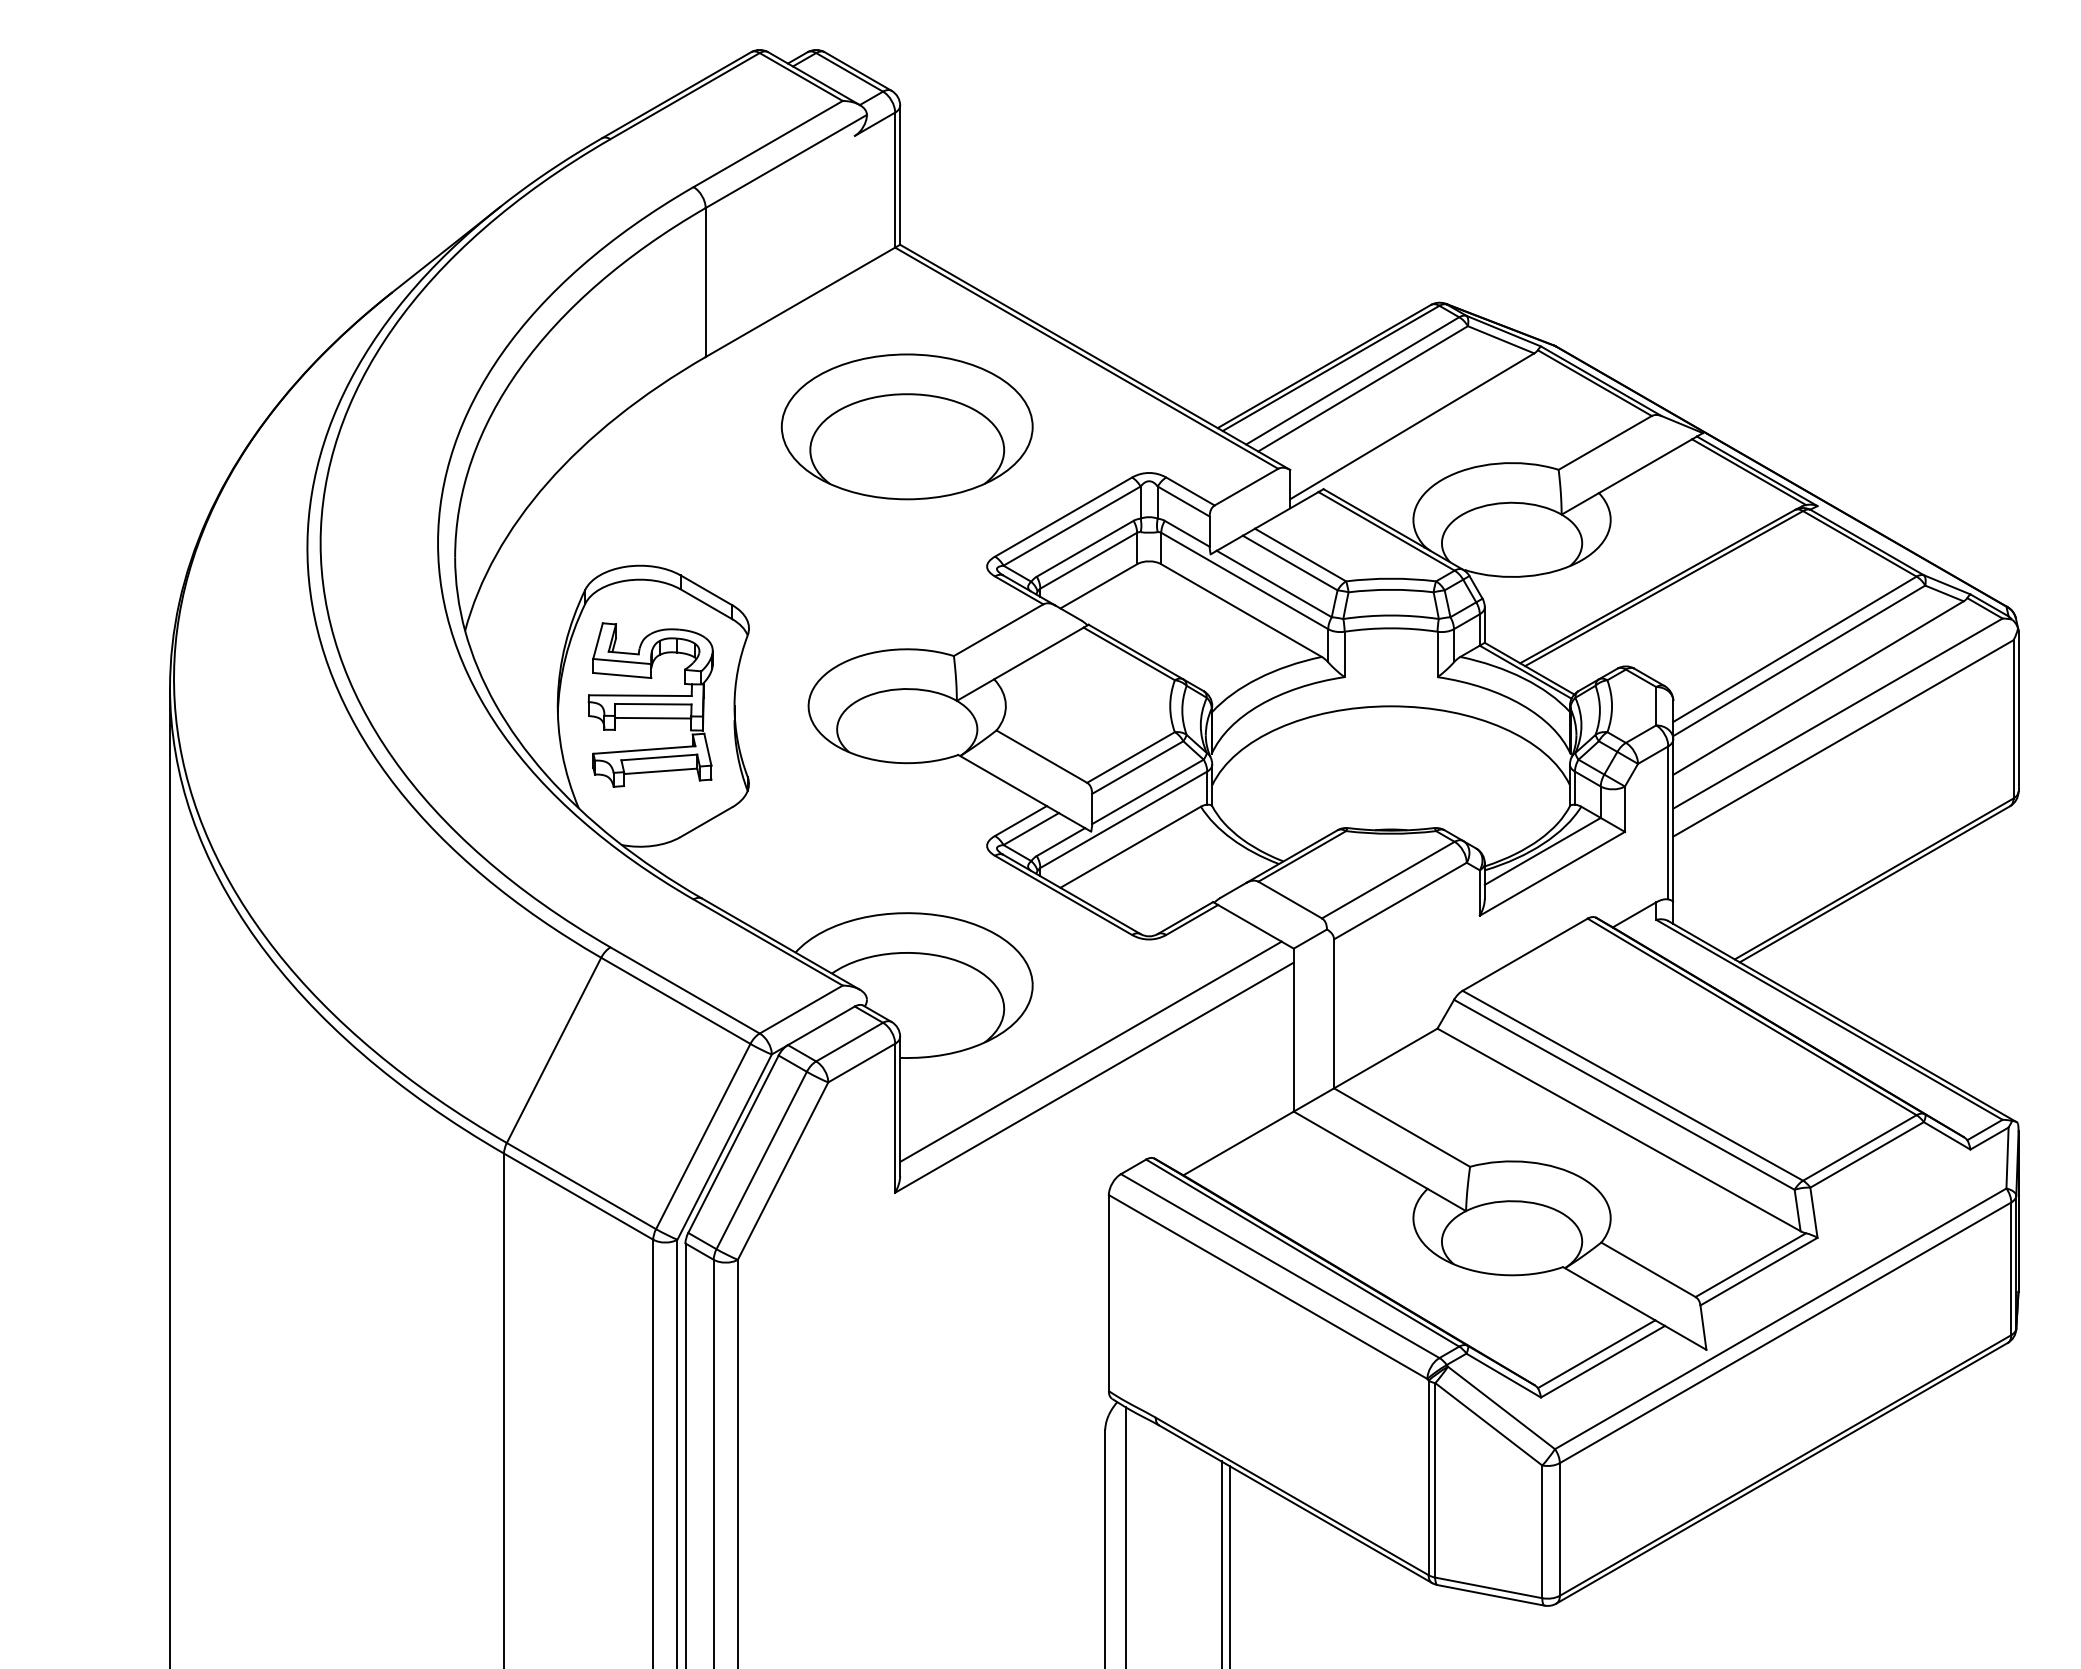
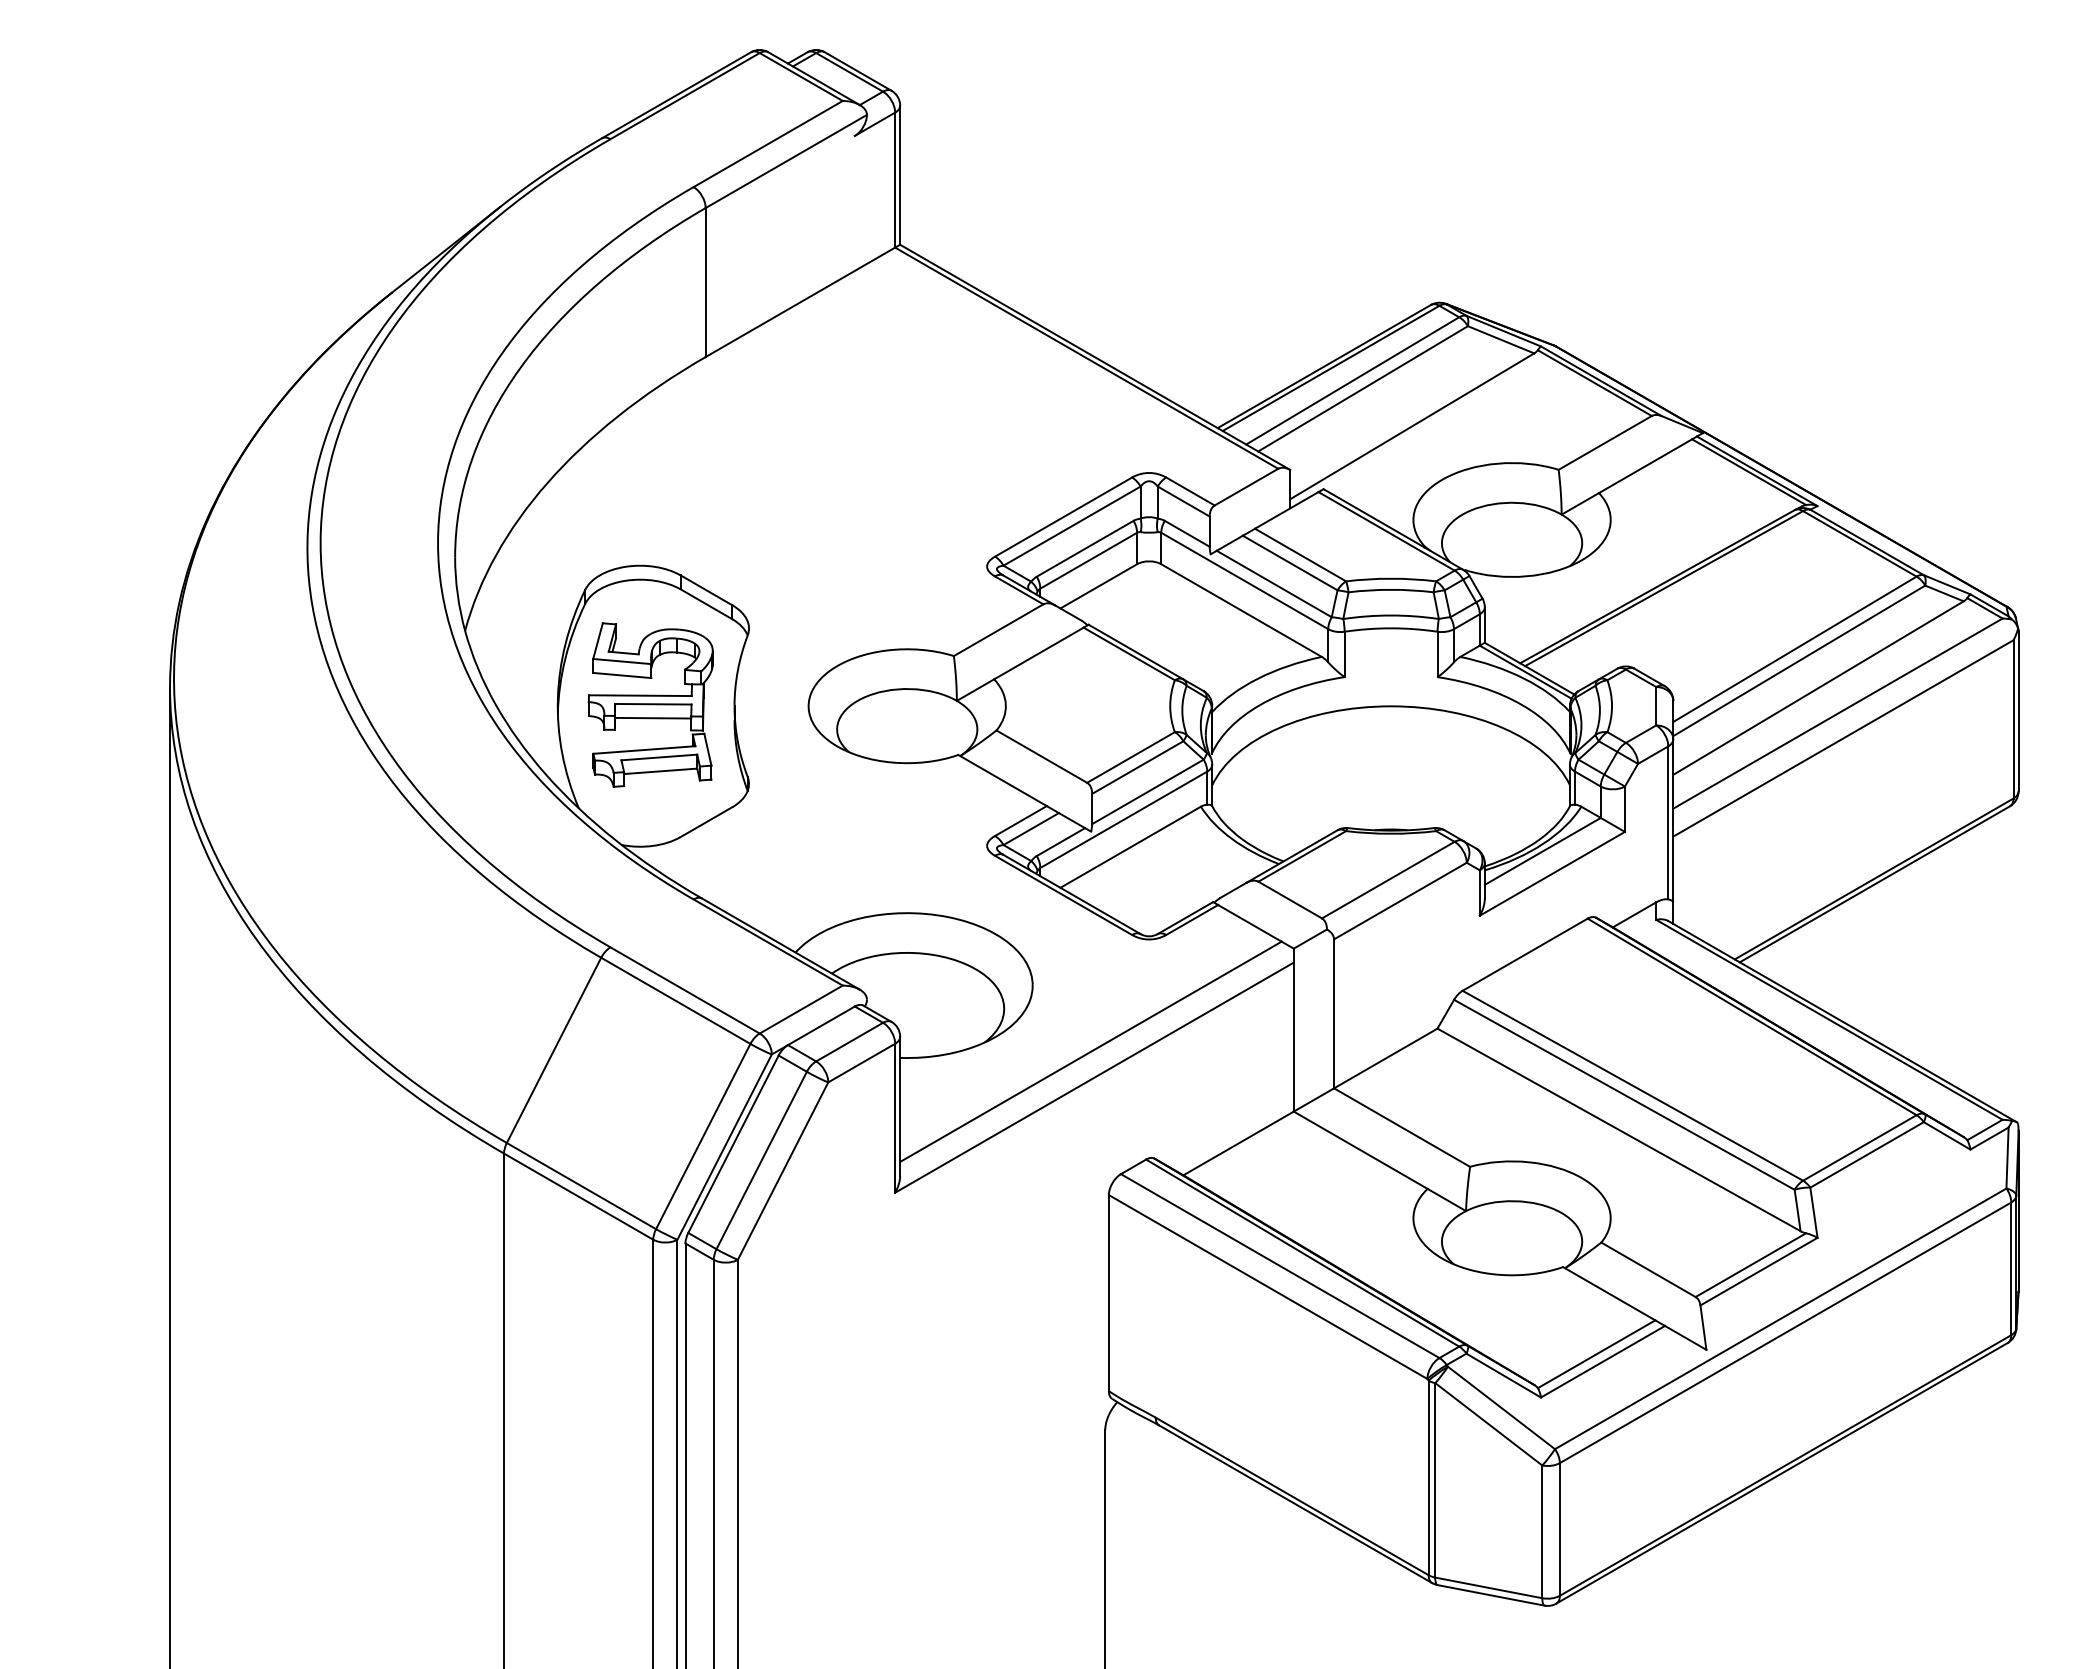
part at (906, 426): present -> none
line at (1125, 1536): present -> none
line at (1221, 1563): present -> none
line at (1229, 1565): present -> none
